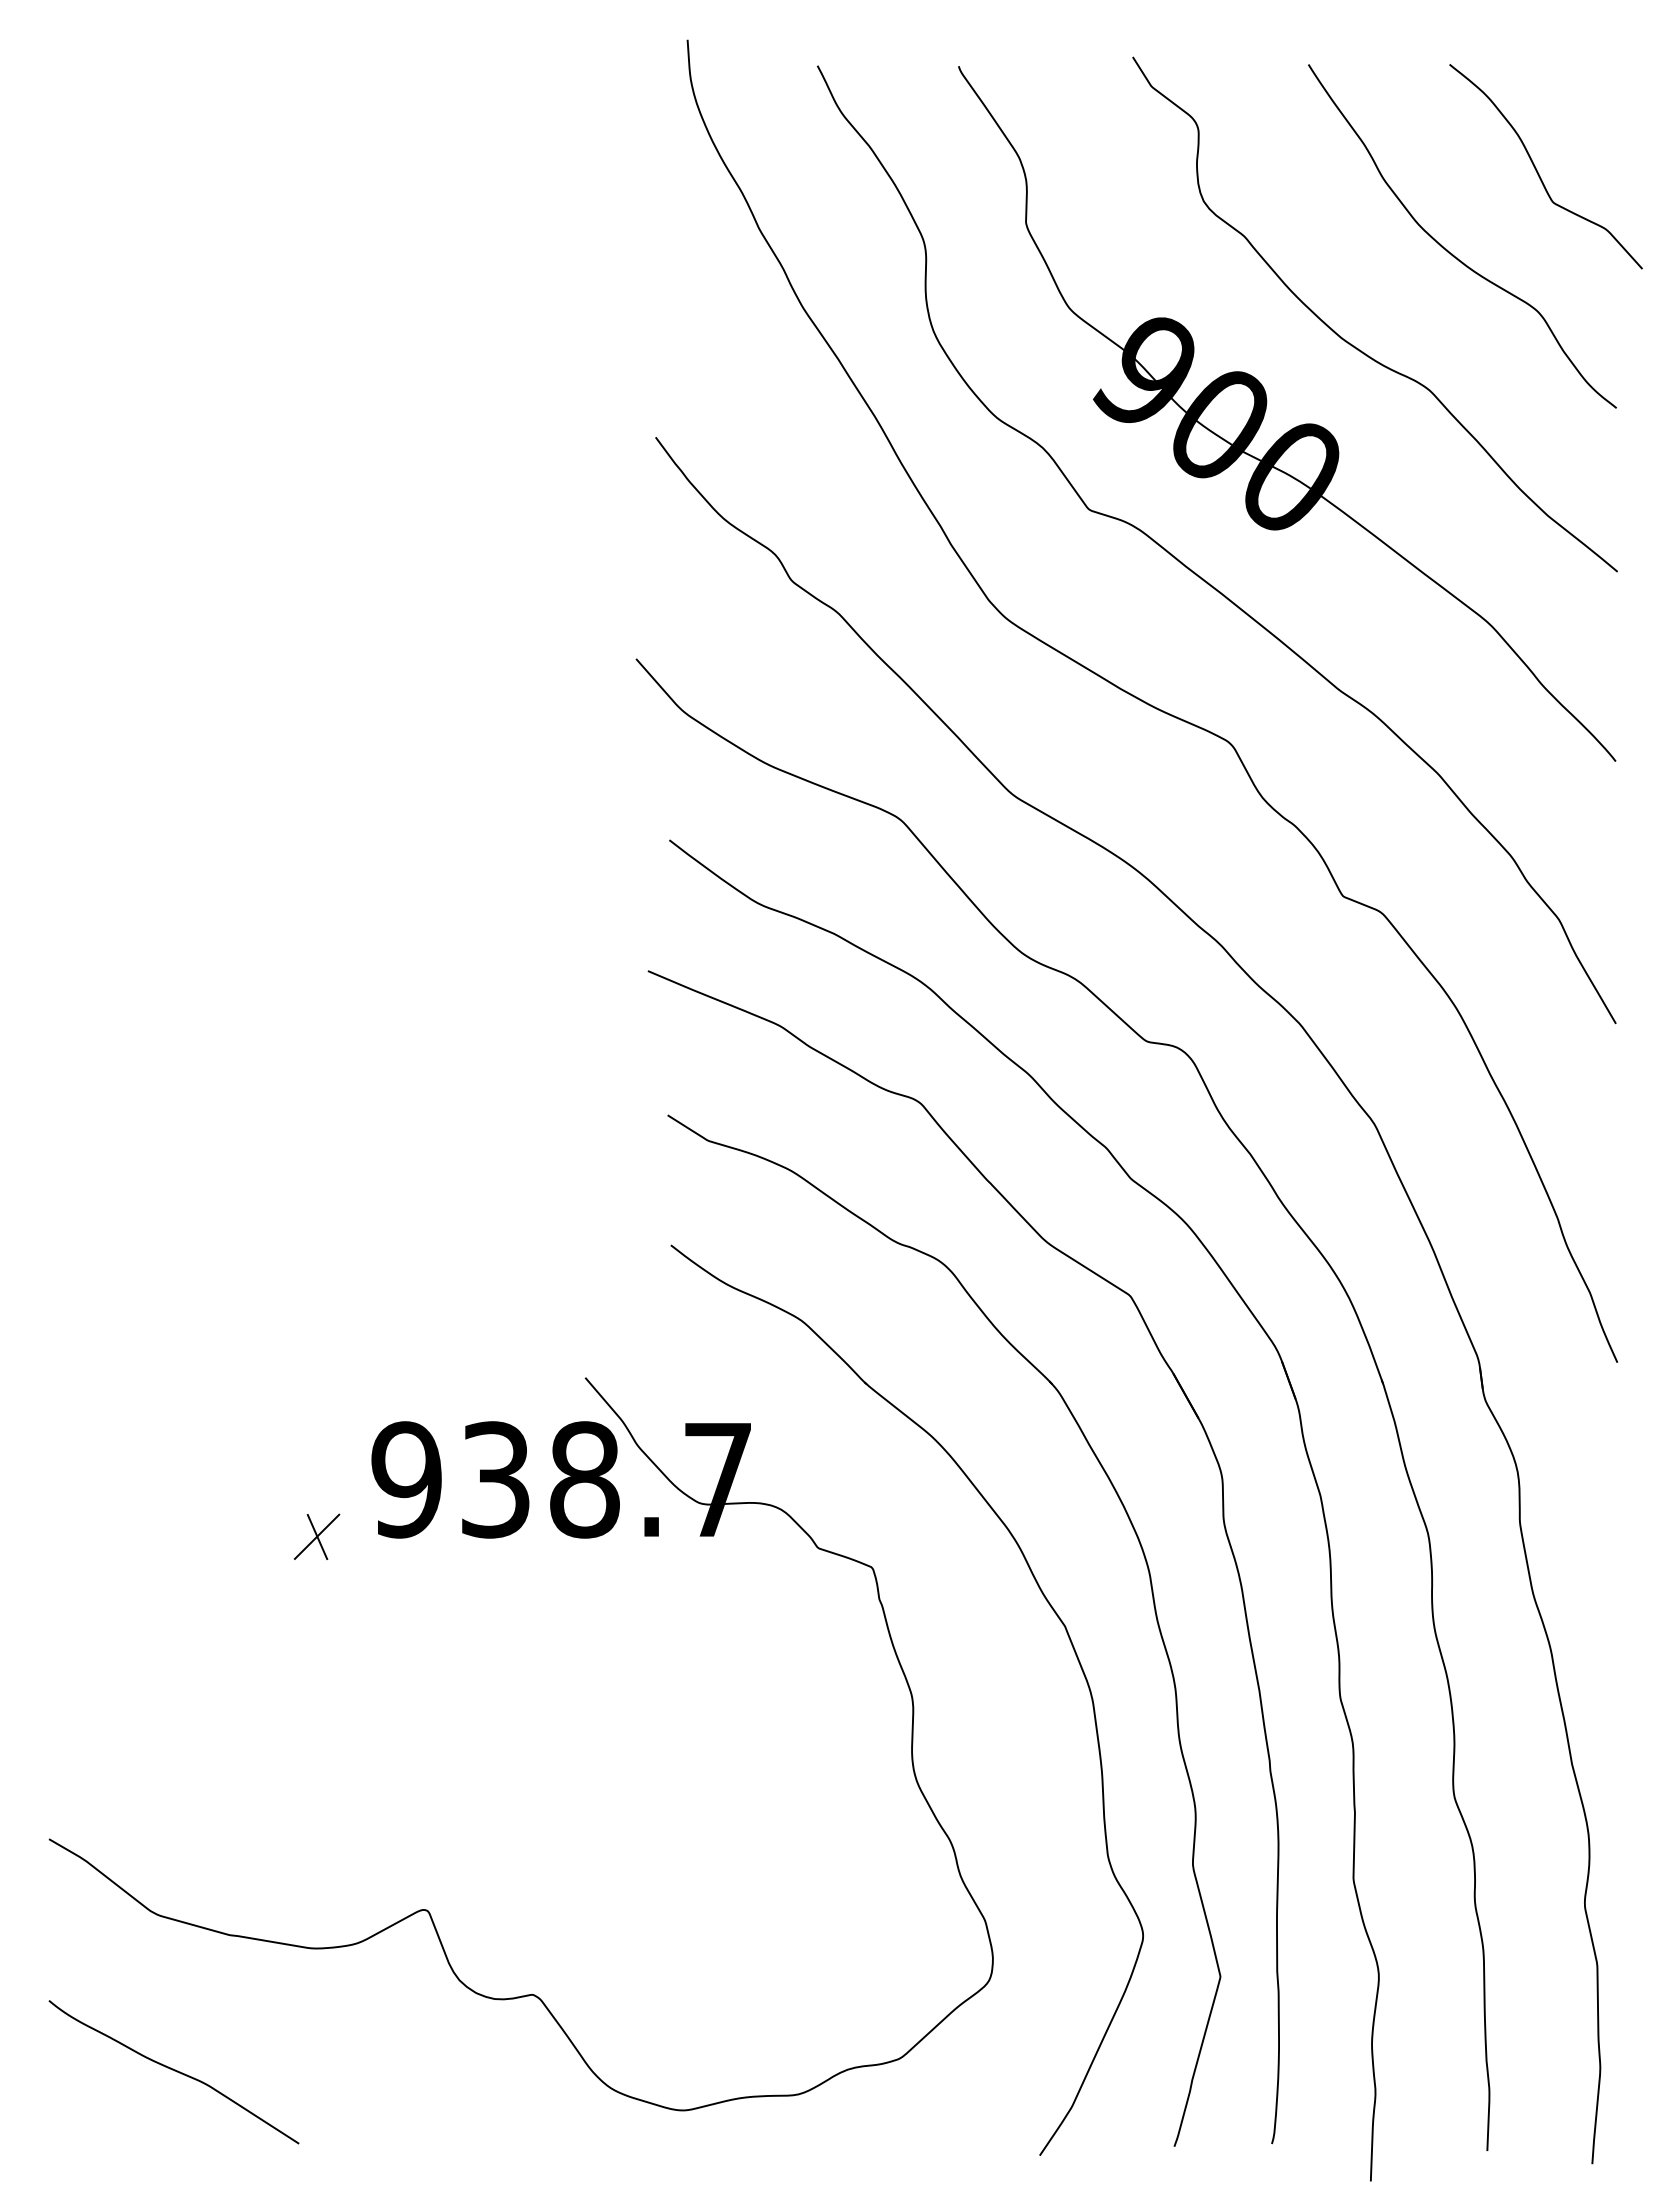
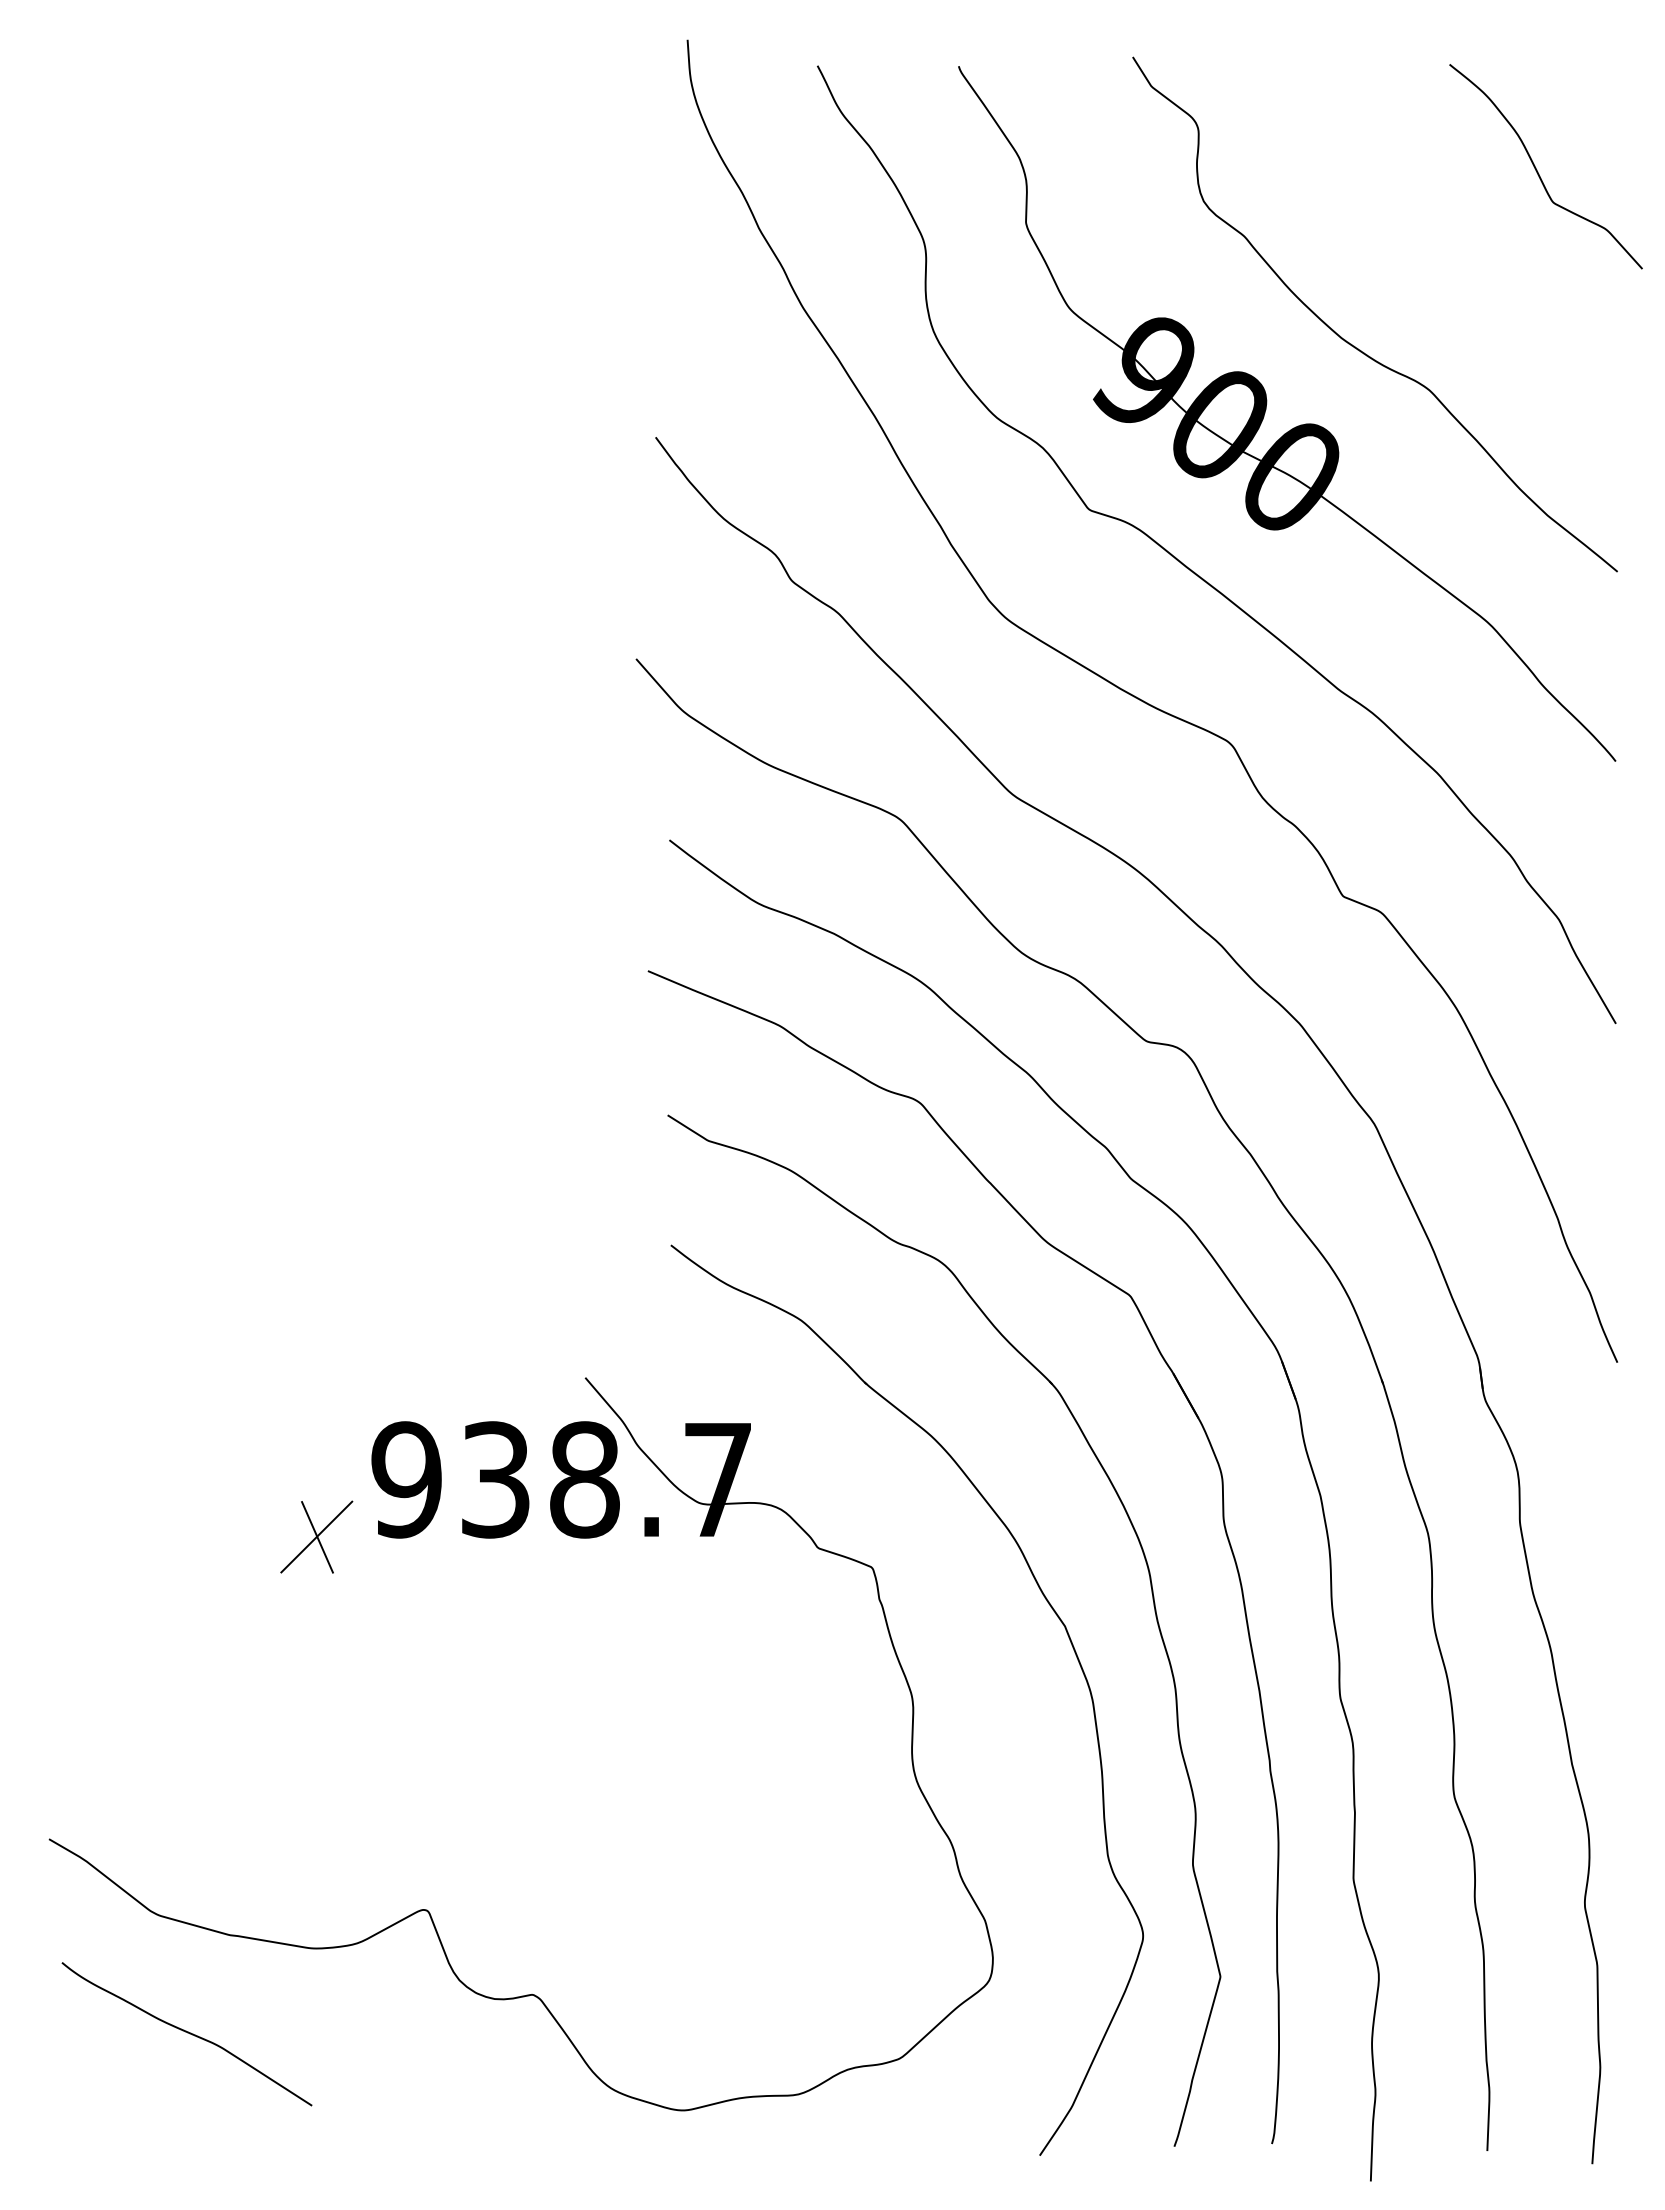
curve at (1452, 253): present -> none
part at (317, 1536) size: 47x47 px -> 74x74 px
curve at (174, 2071) position: (174, 2071) -> (187, 2033)
